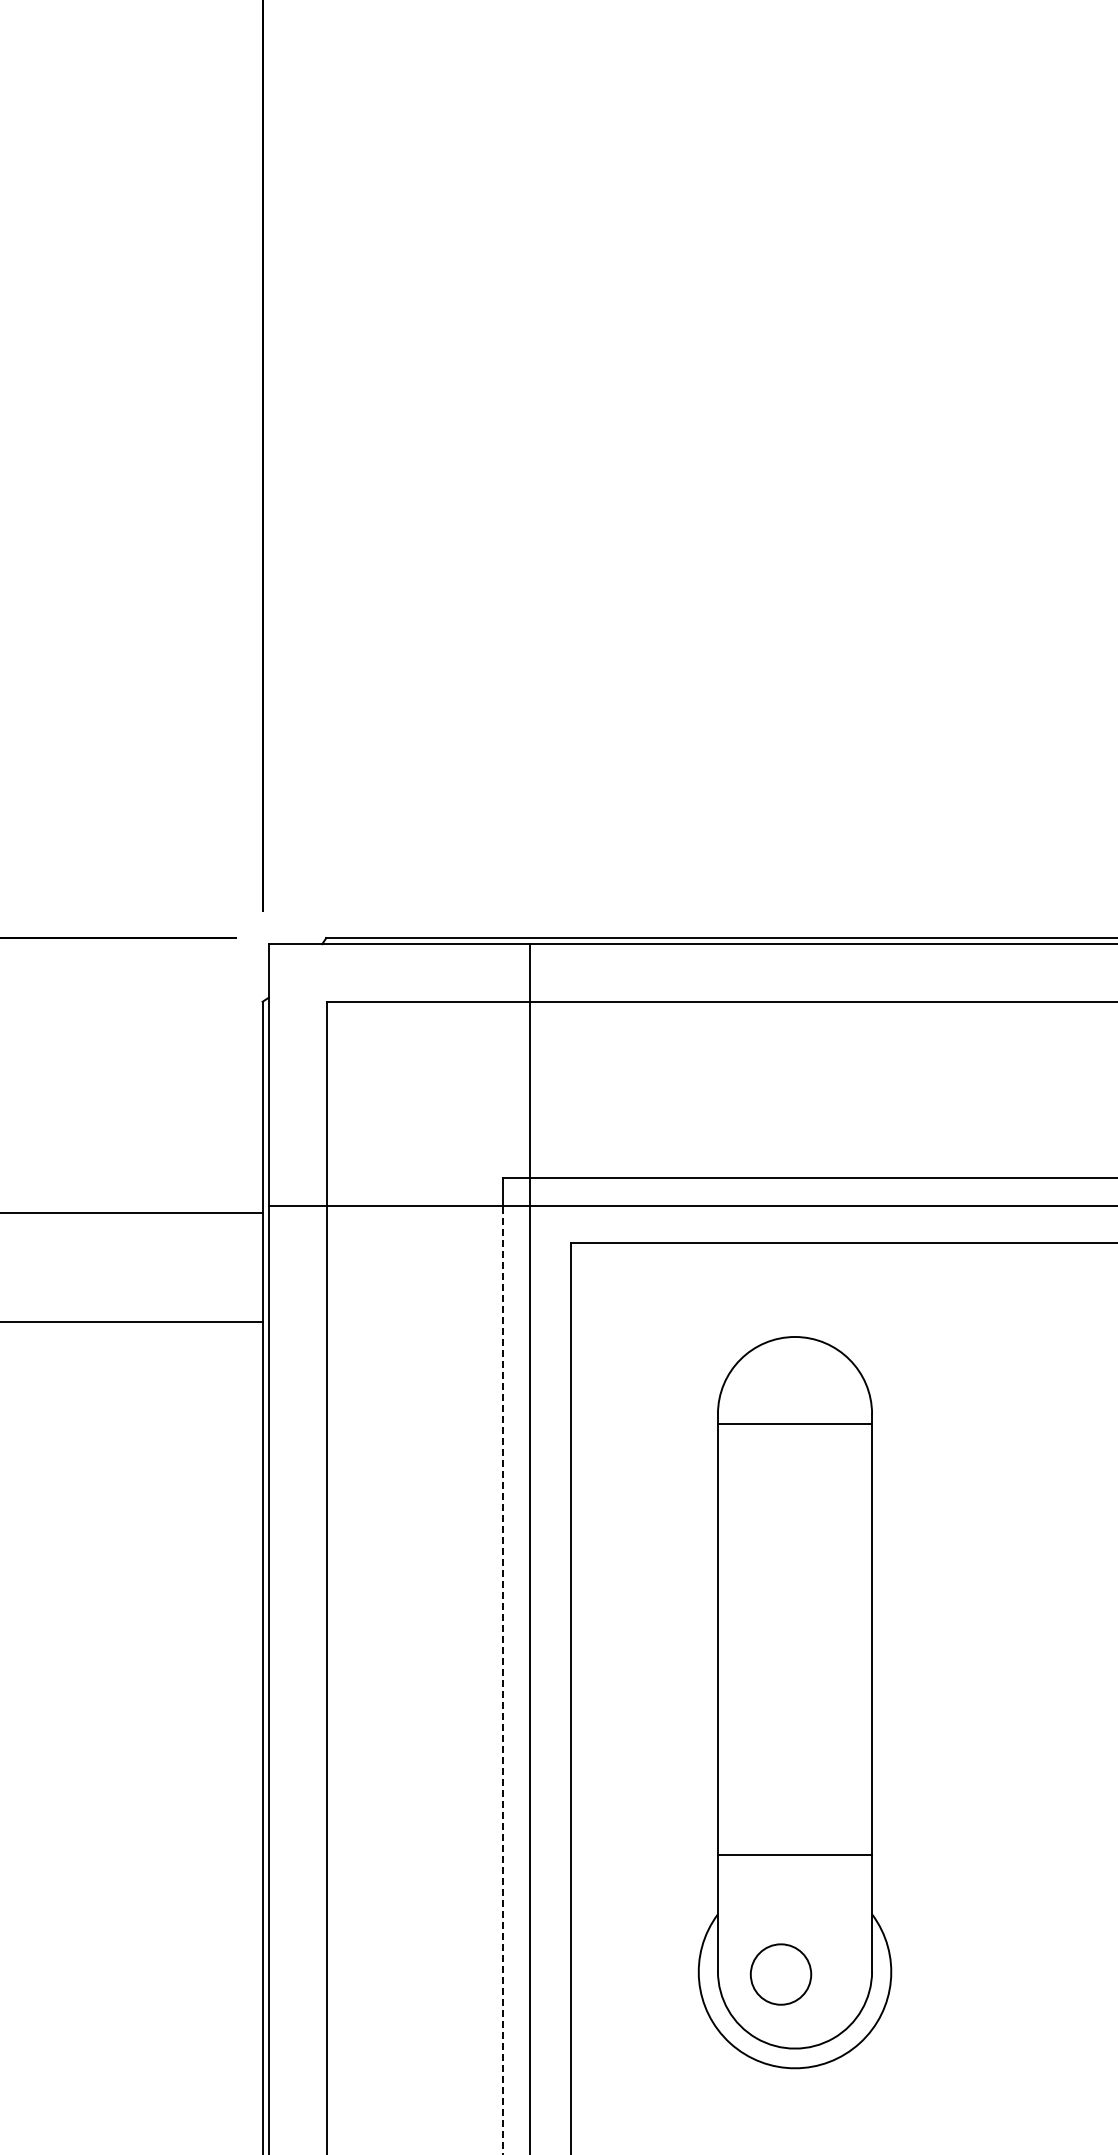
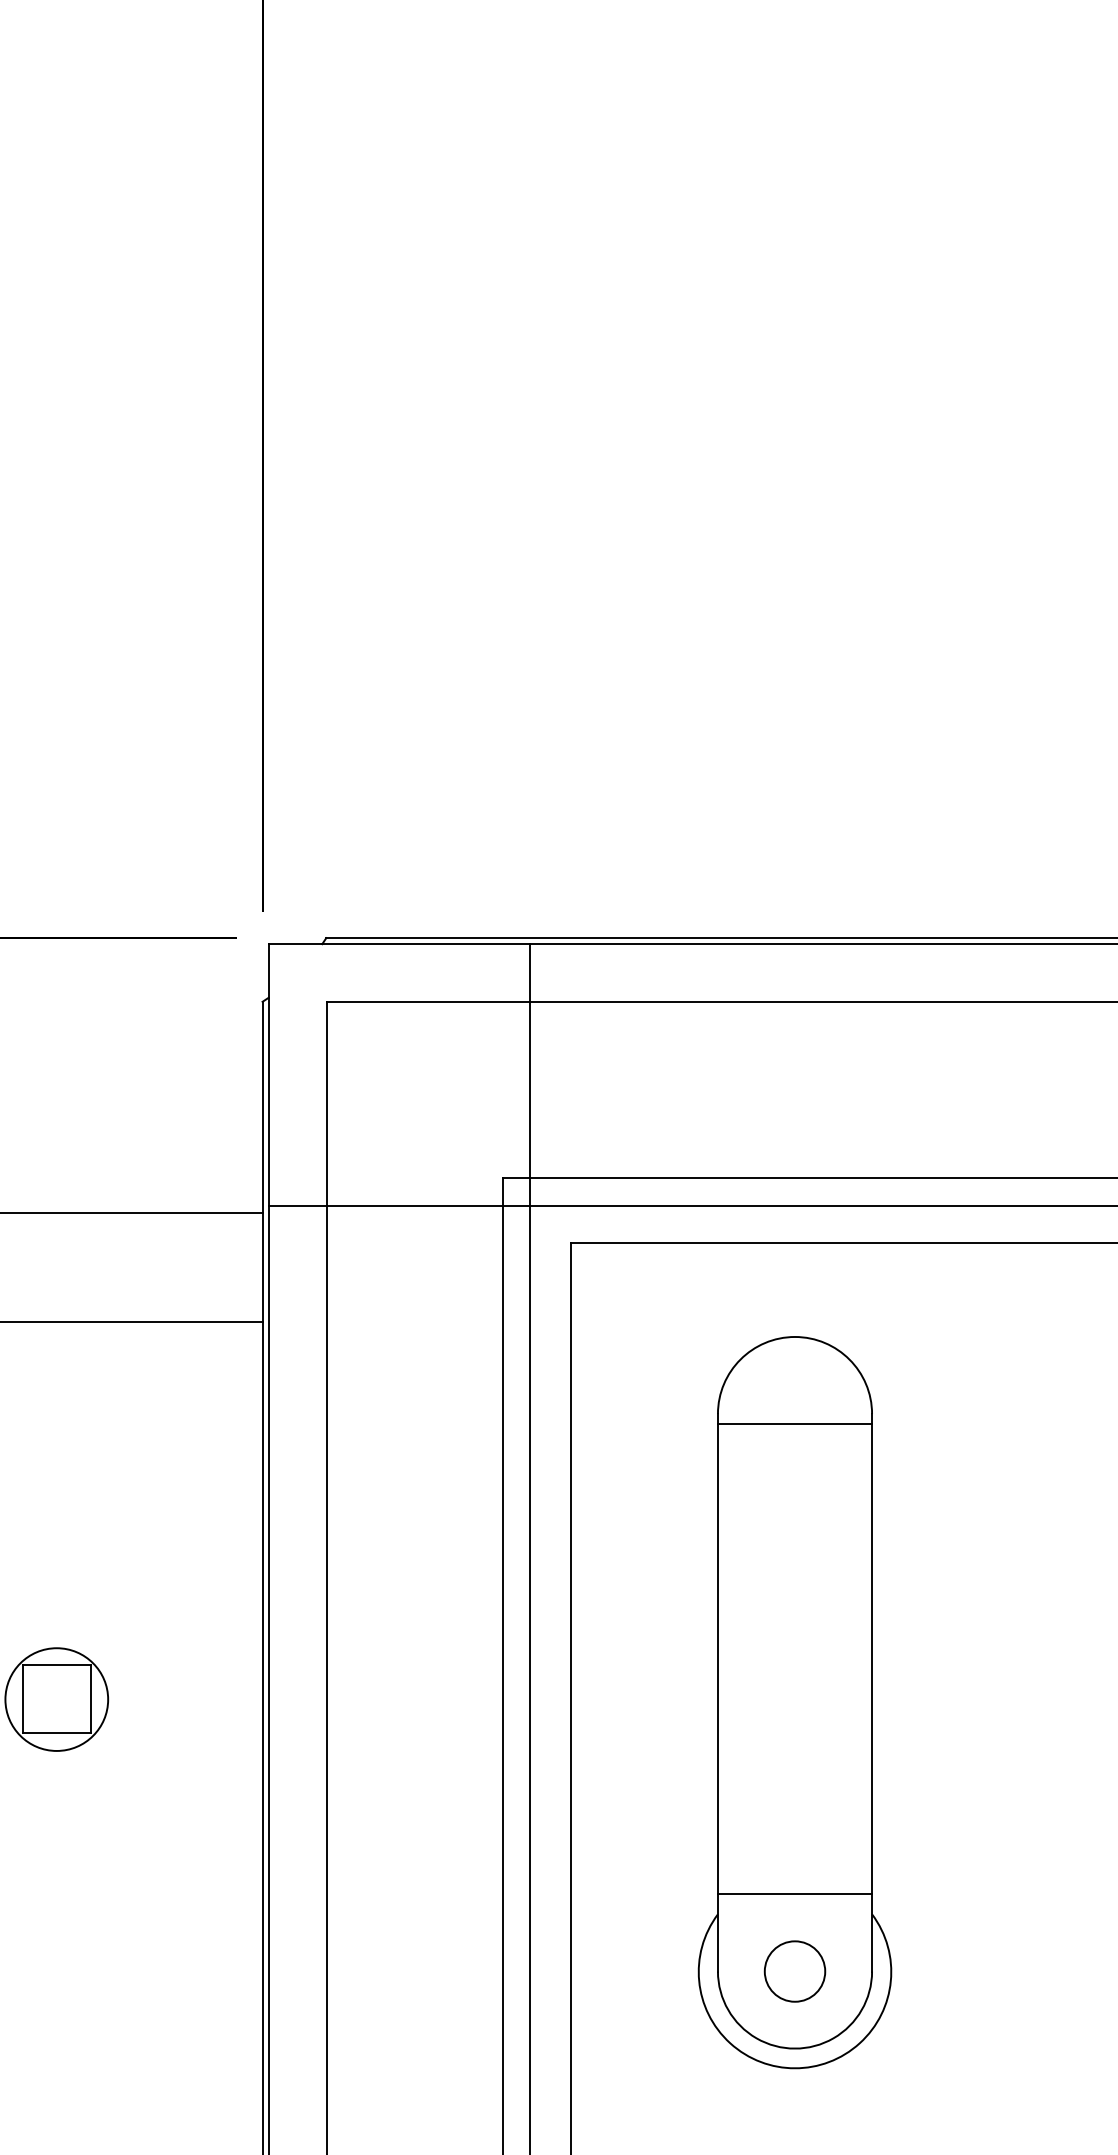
line at (502, 1679): dashed -> solid
part at (56, 1699): none -> present
line at (794, 1855) position: (794, 1855) -> (794, 1894)
circle at (780, 1974) position: (780, 1974) -> (794, 1971)
